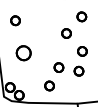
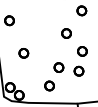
part at (81, 16) position: (81, 16) -> (81, 10)
part at (15, 20) position: (15, 20) -> (9, 20)
part at (23, 53) size: 17x17 px -> 12x11 px
